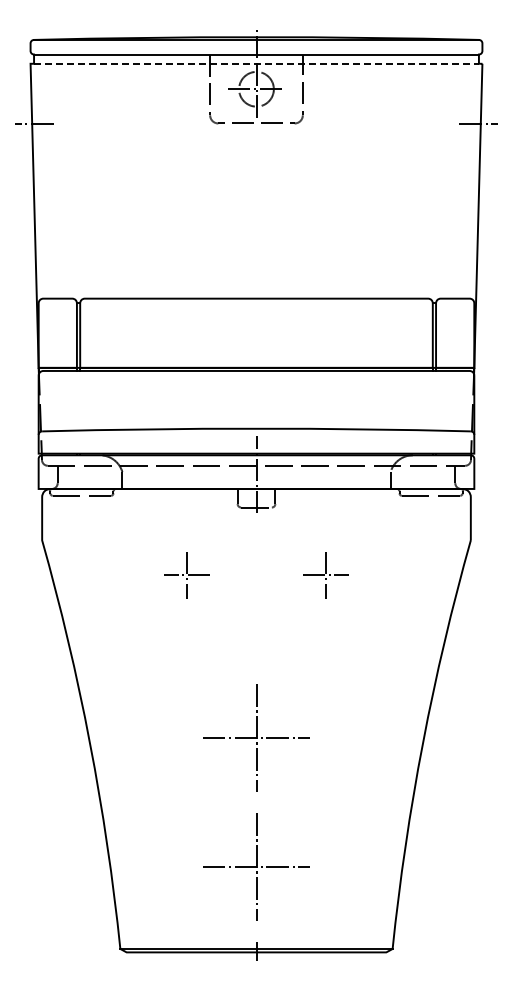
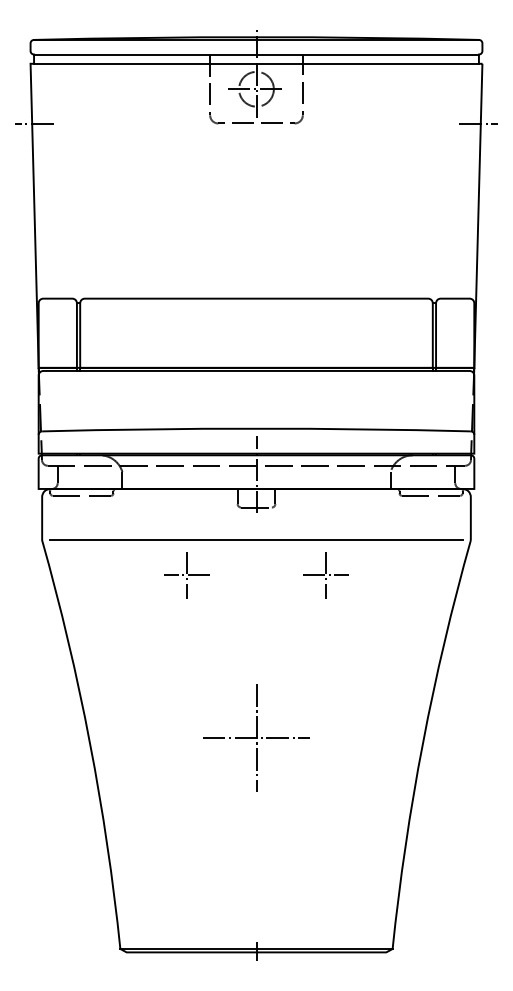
line at (257, 63): dashed -> solid
line at (256, 540): none -> present
part at (256, 866): present -> none
